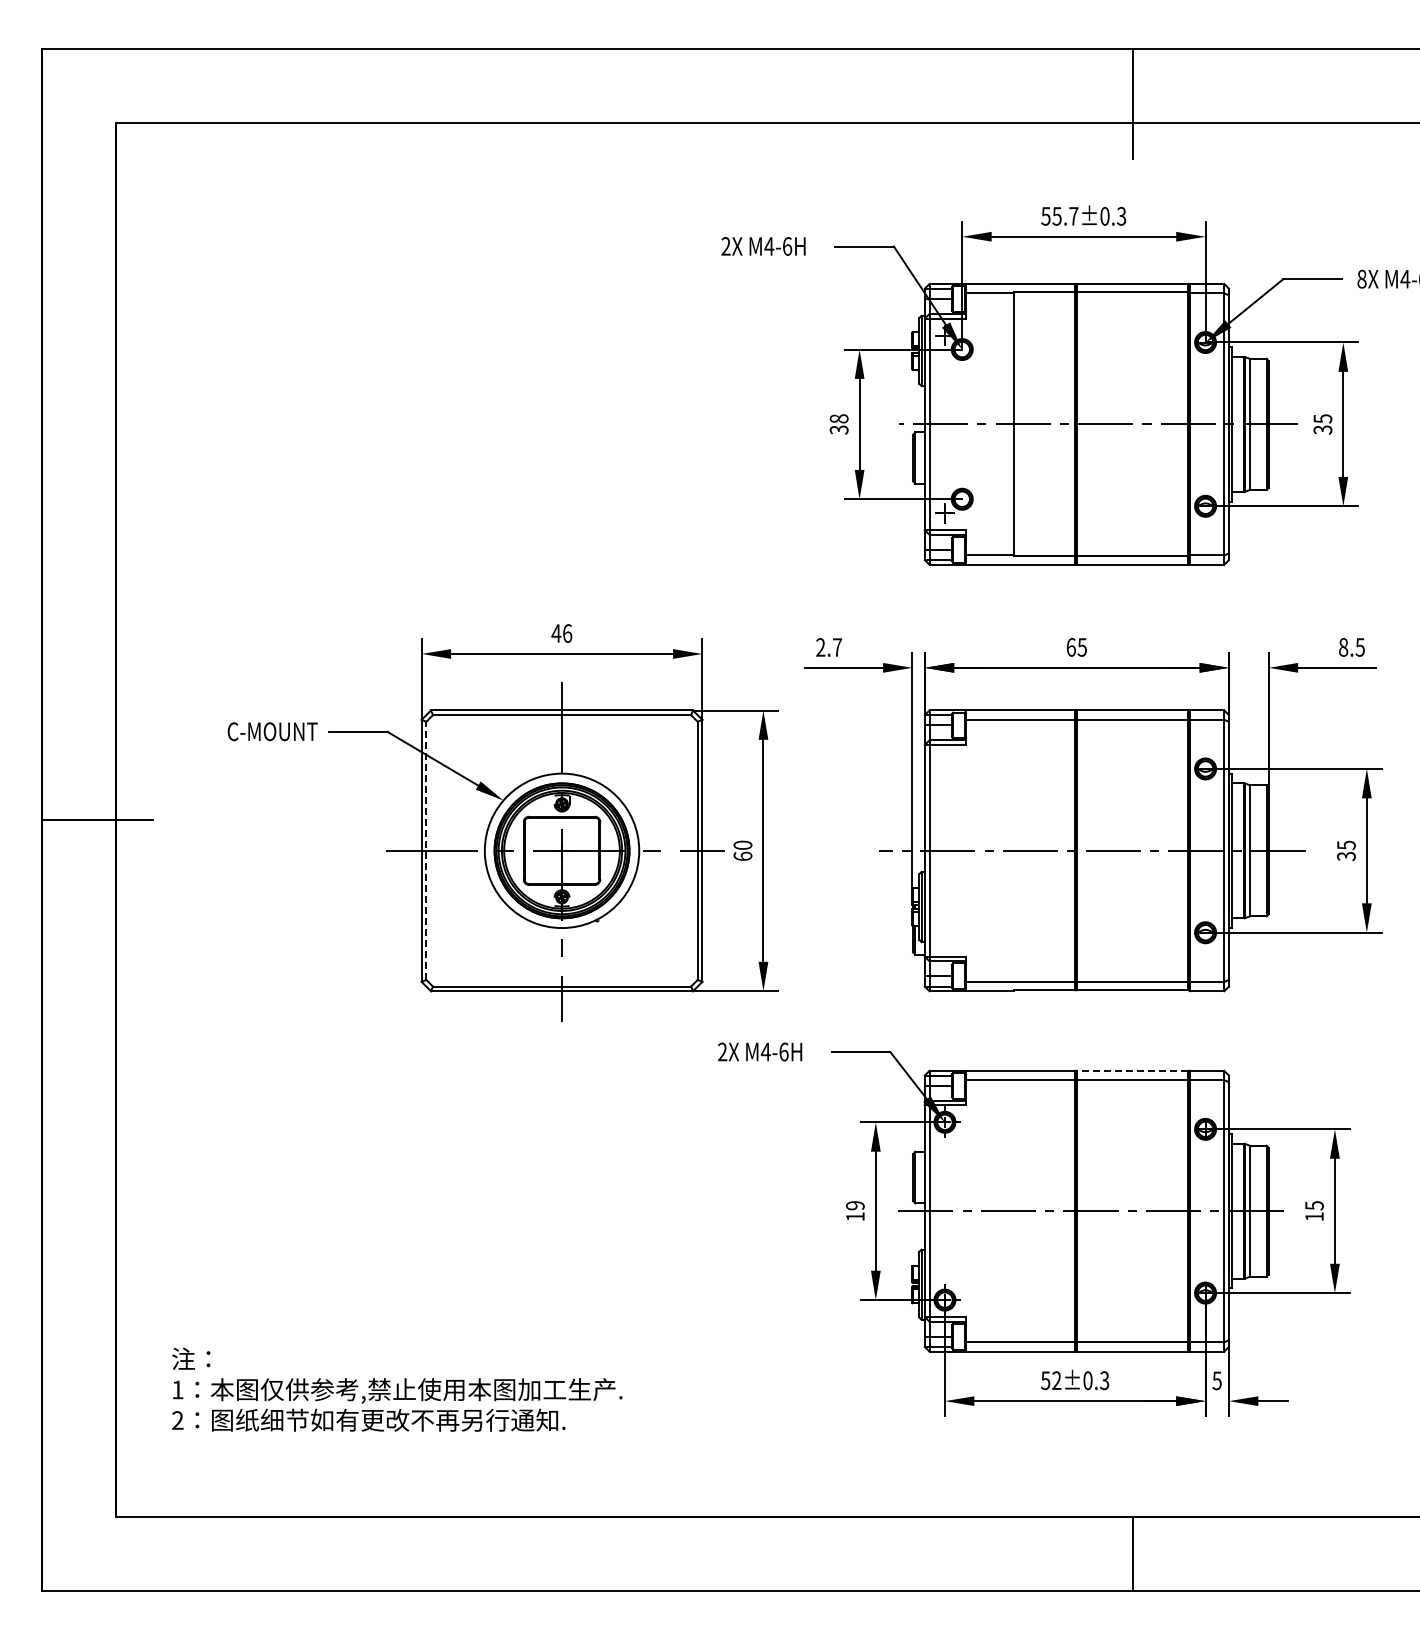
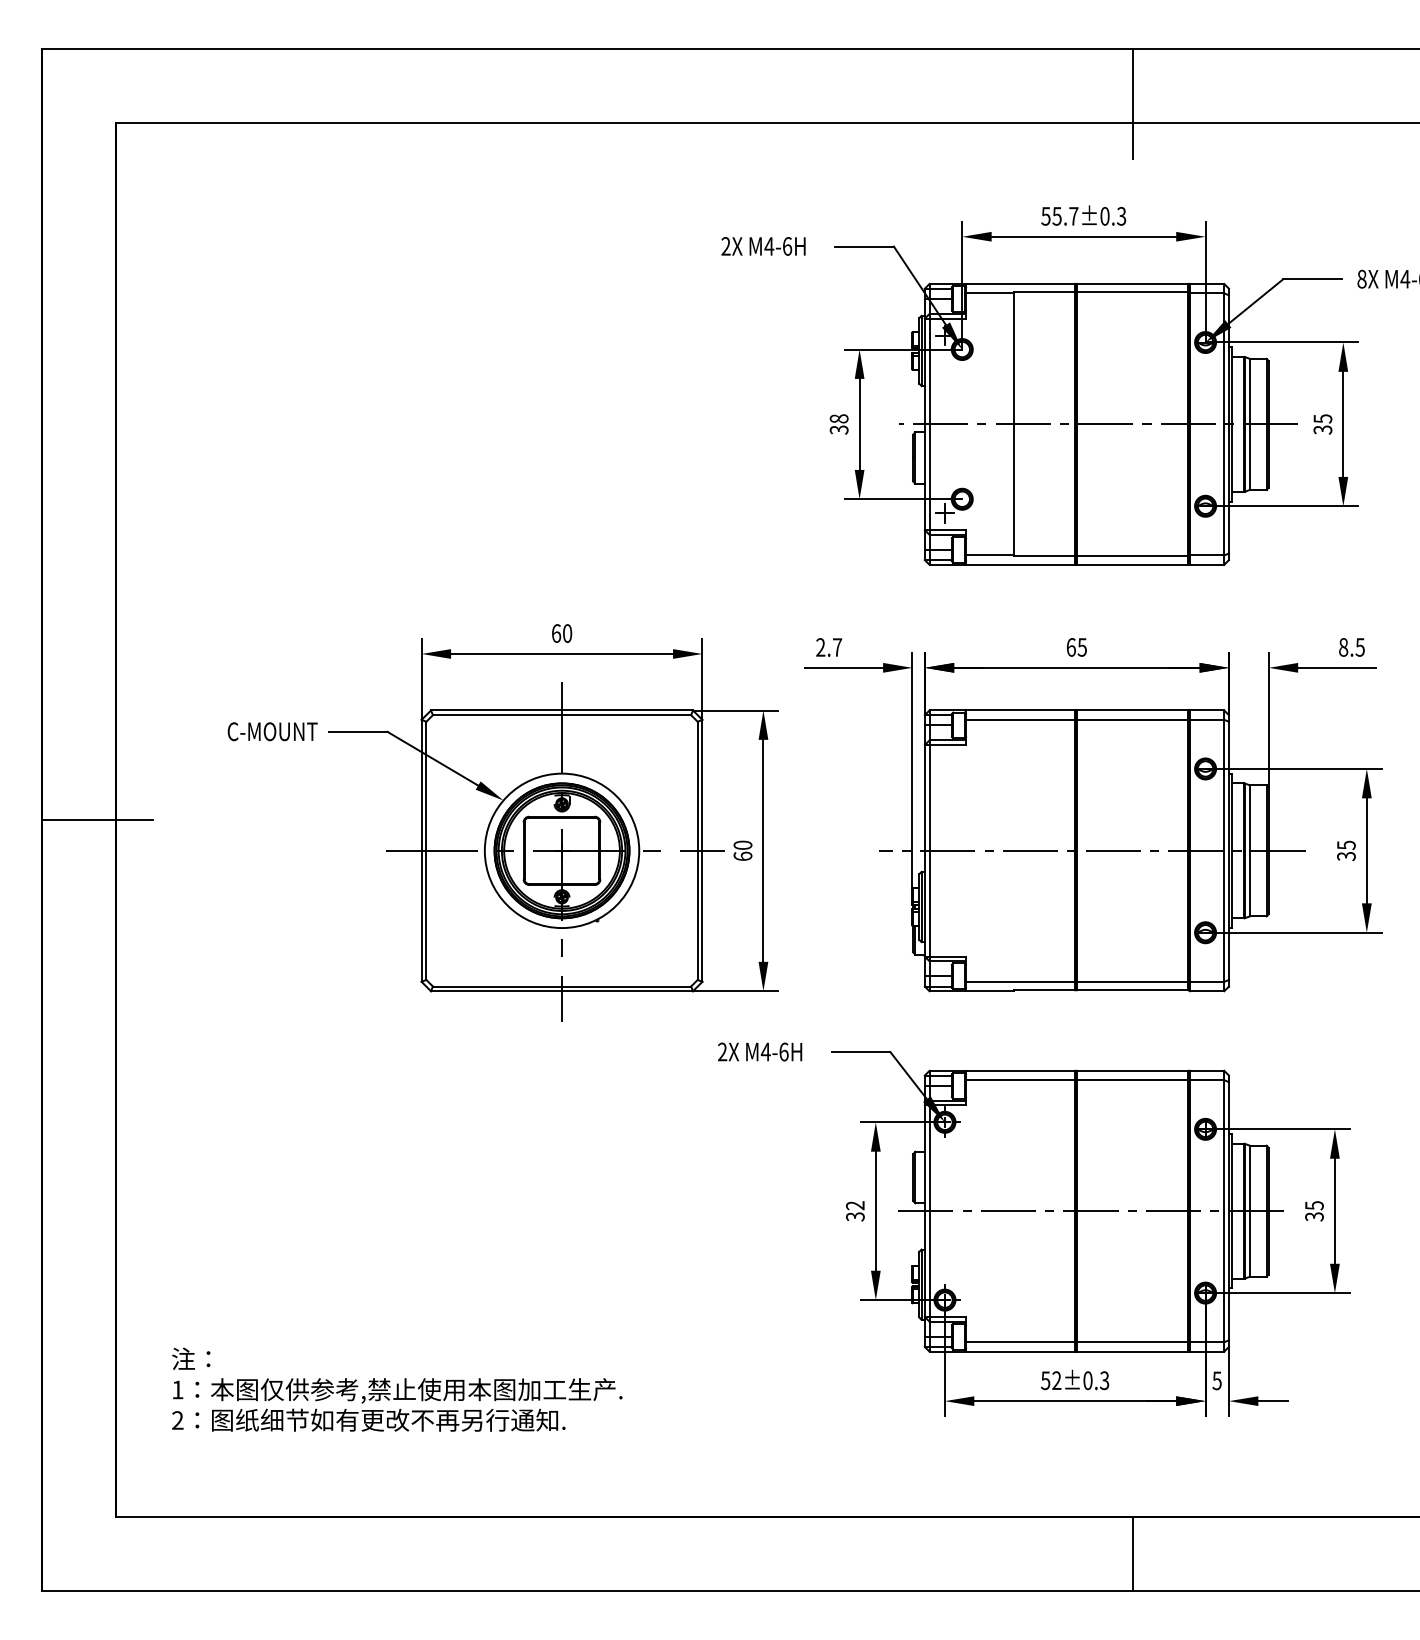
text at (561, 633): 46 -> 60
line at (426, 850): dashed -> solid
line at (1132, 1070): dashed -> solid
text at (855, 1211): 19 -> 32
text at (1314, 1216): 15 -> 35
